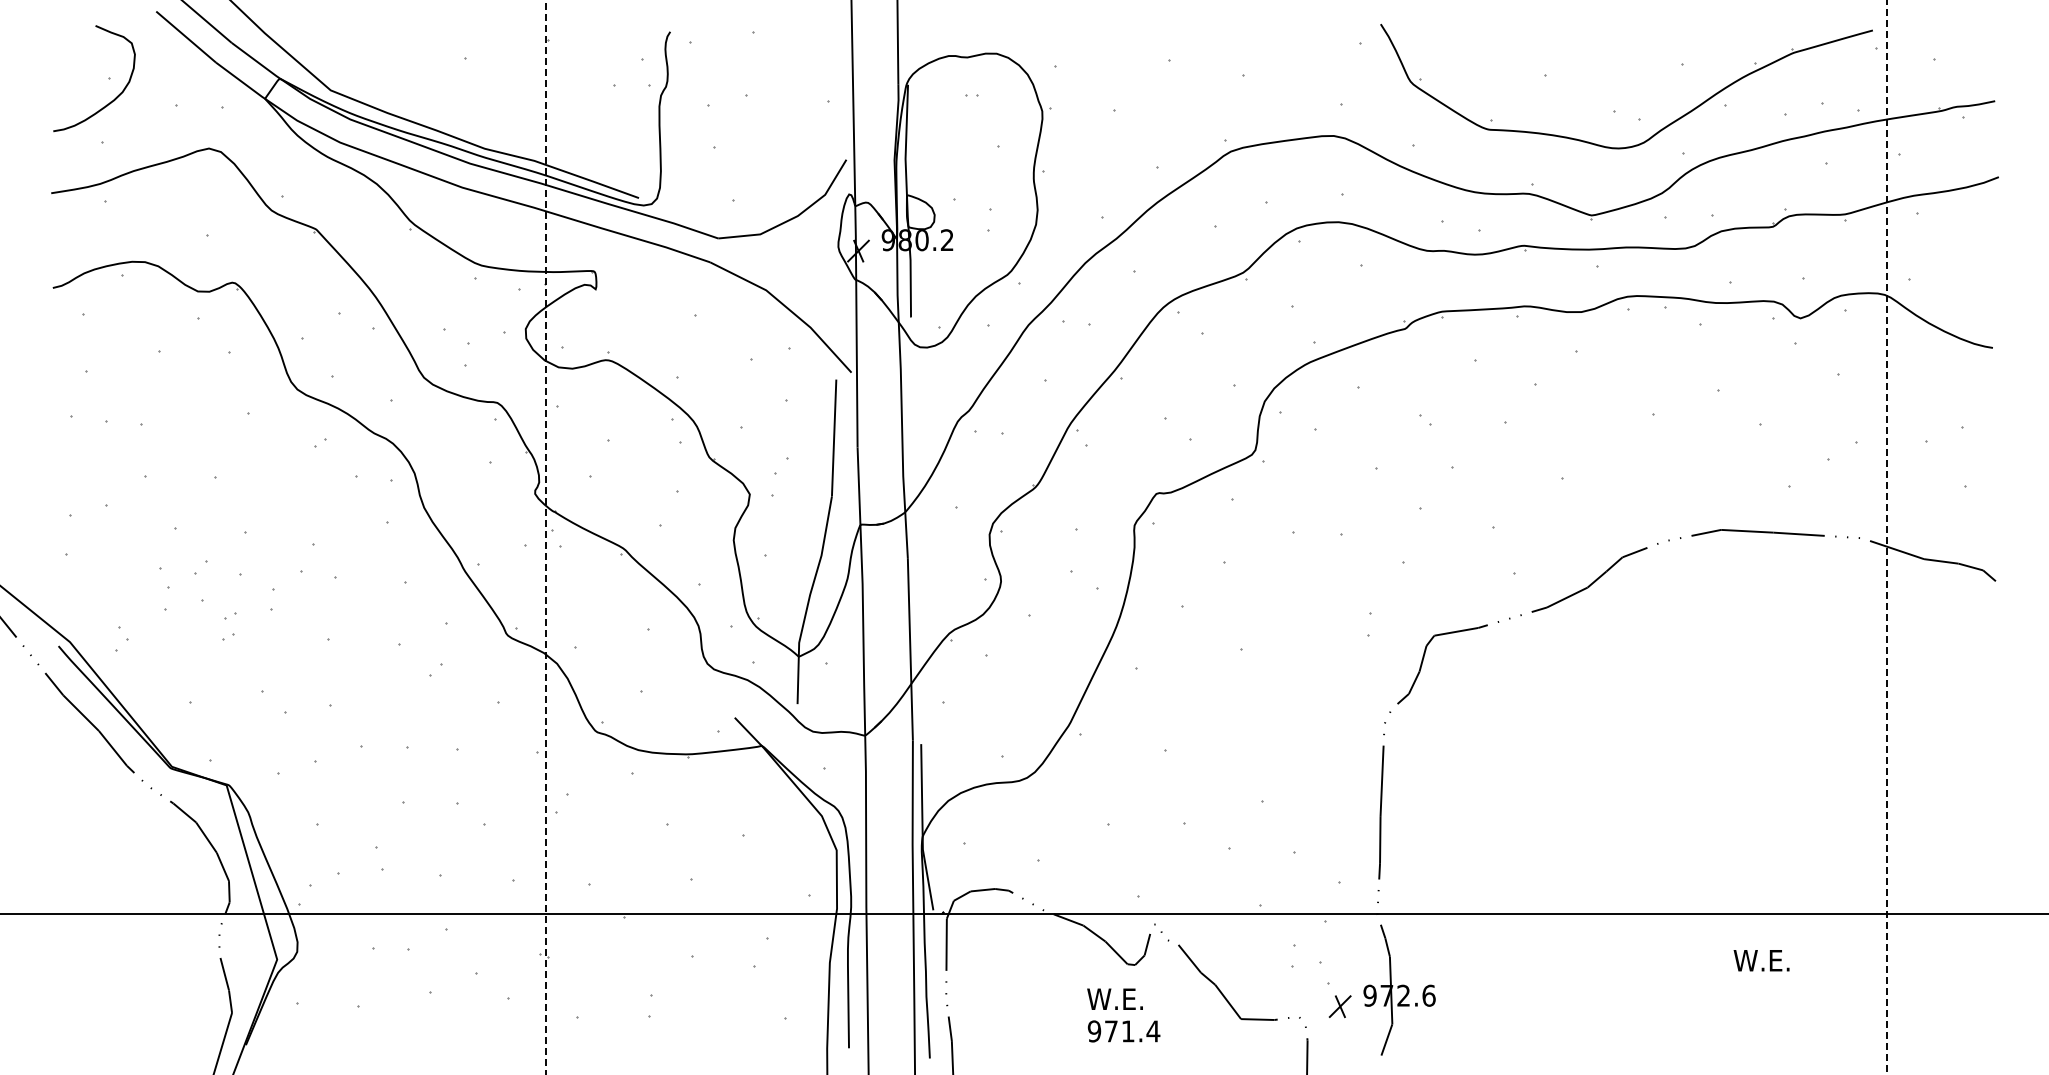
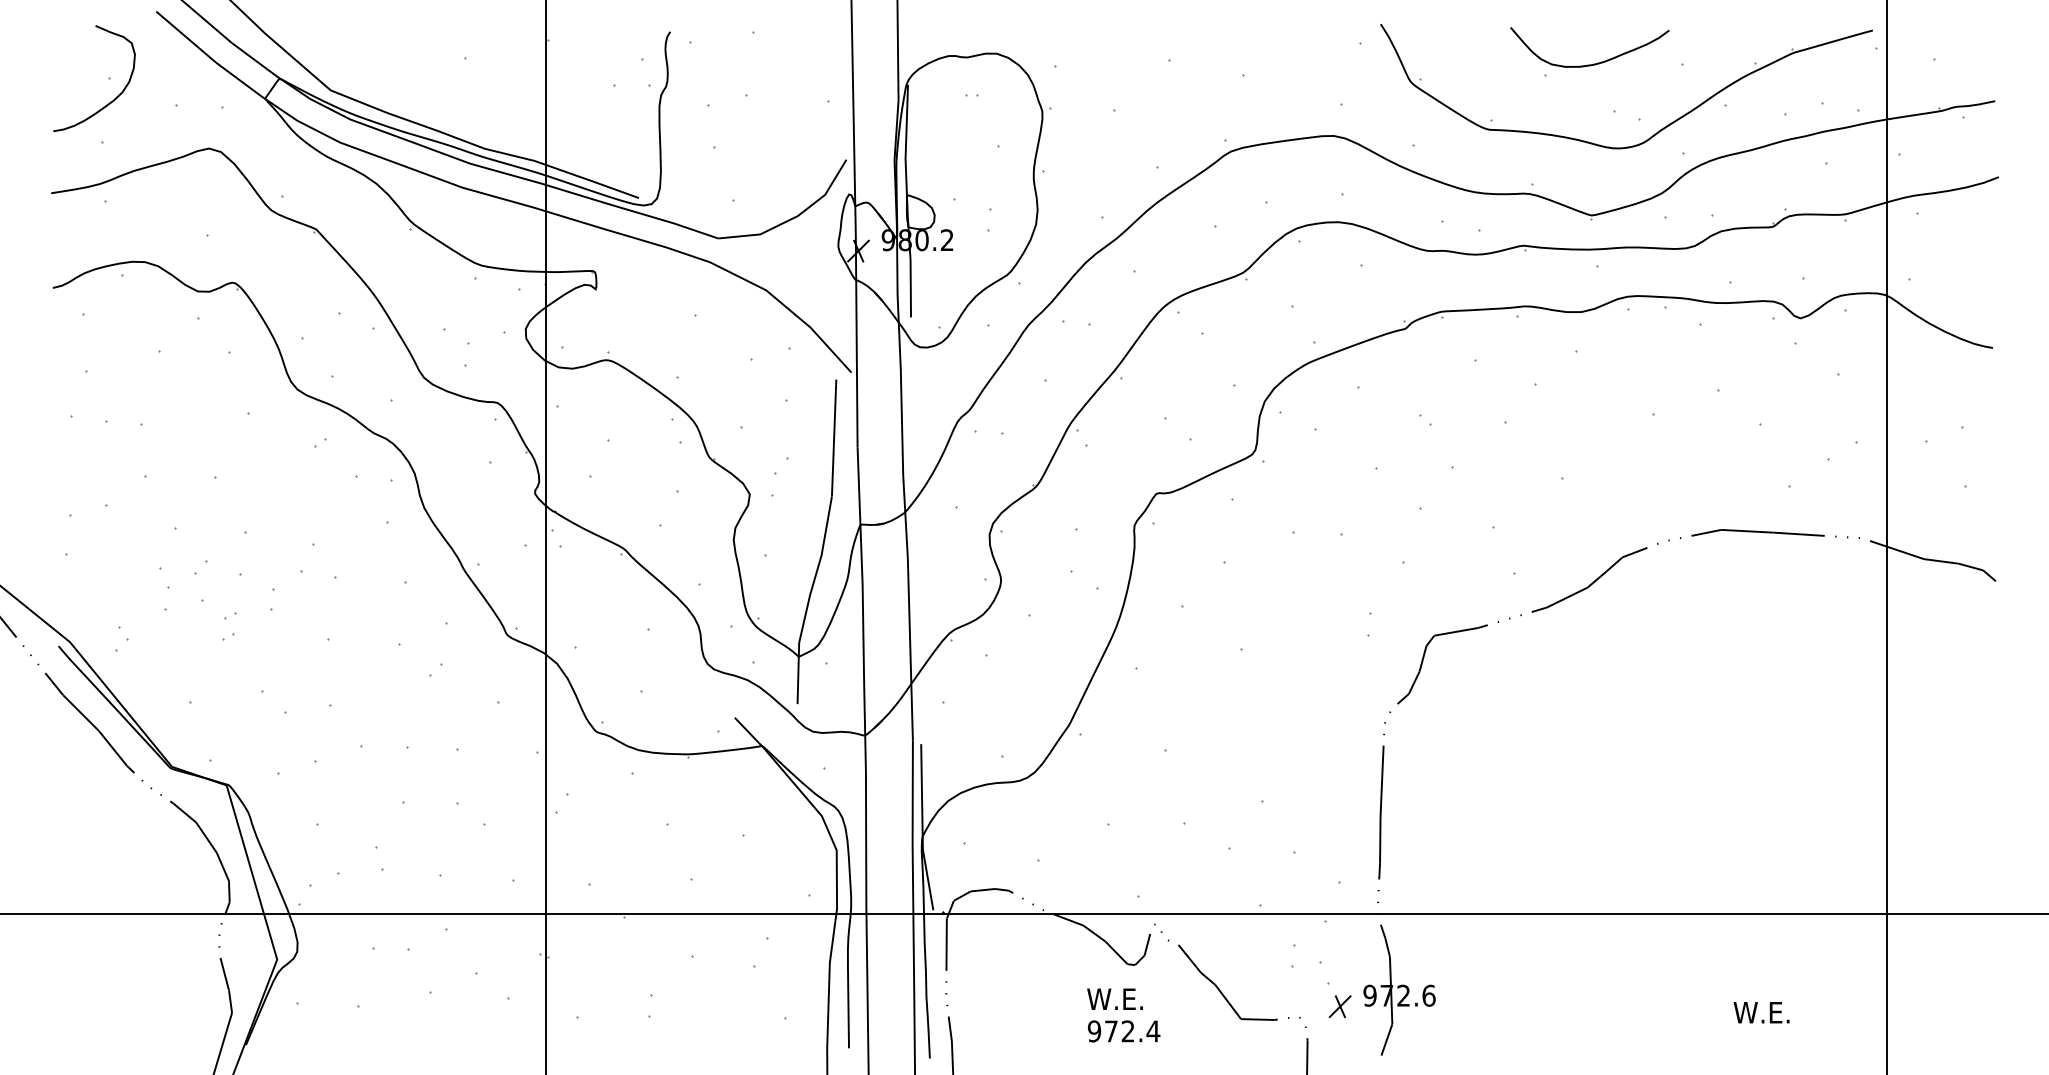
curve at (1593, 63): none -> present
line at (546, 537): dashed -> solid
line at (1886, 537): dashed -> solid
text at (1761, 960) position: (1761, 960) -> (1761, 1012)
text at (1127, 1031): 971.4 -> 972.4
